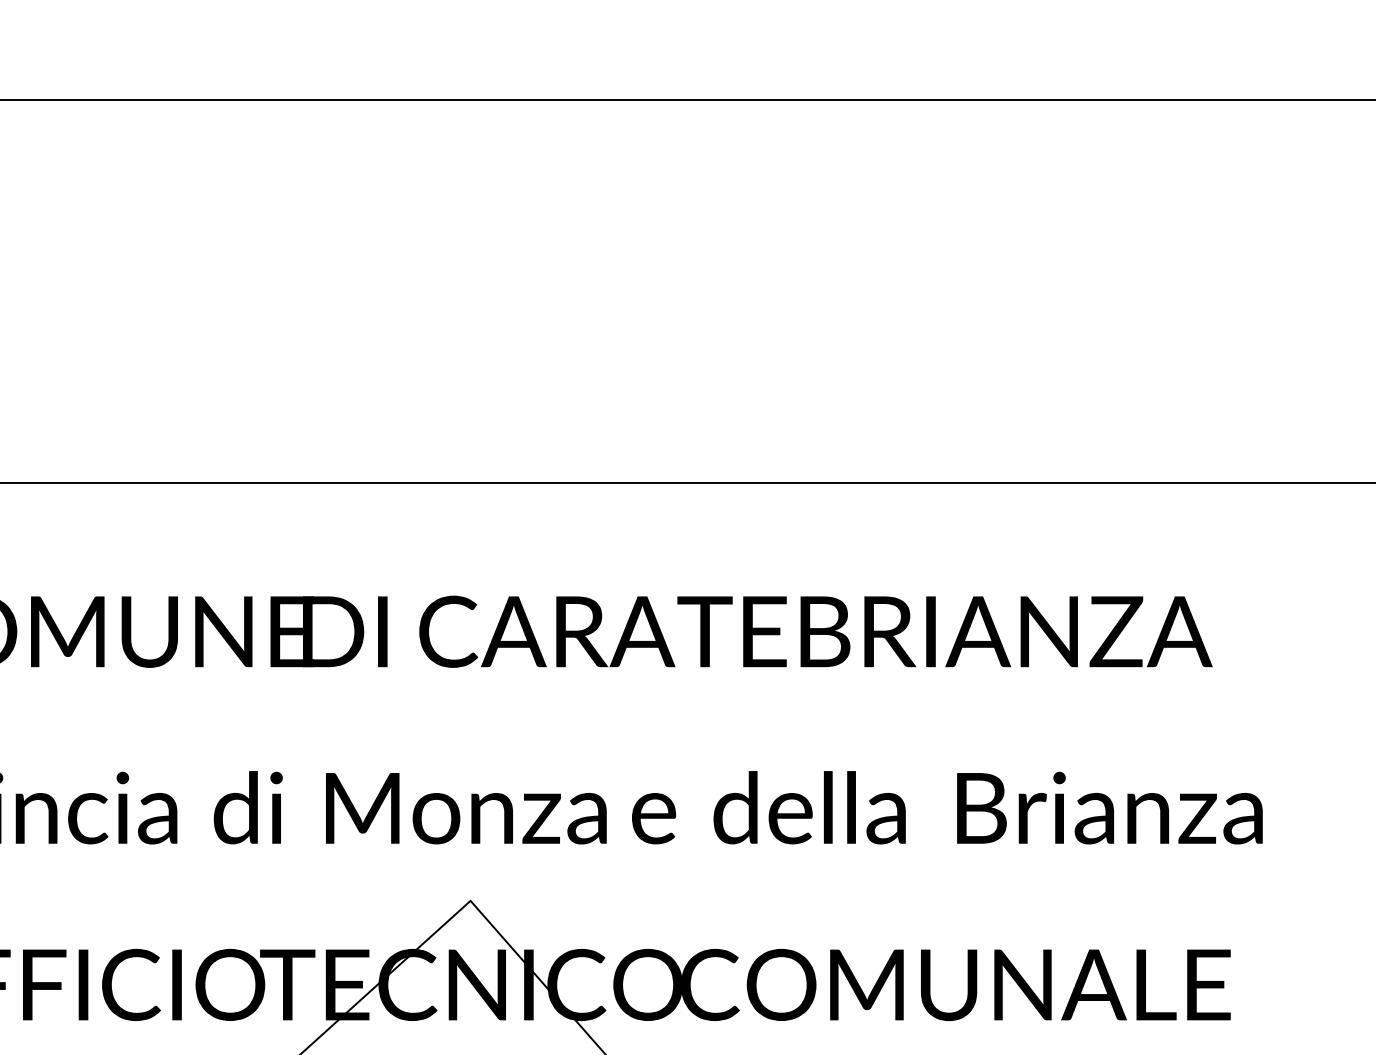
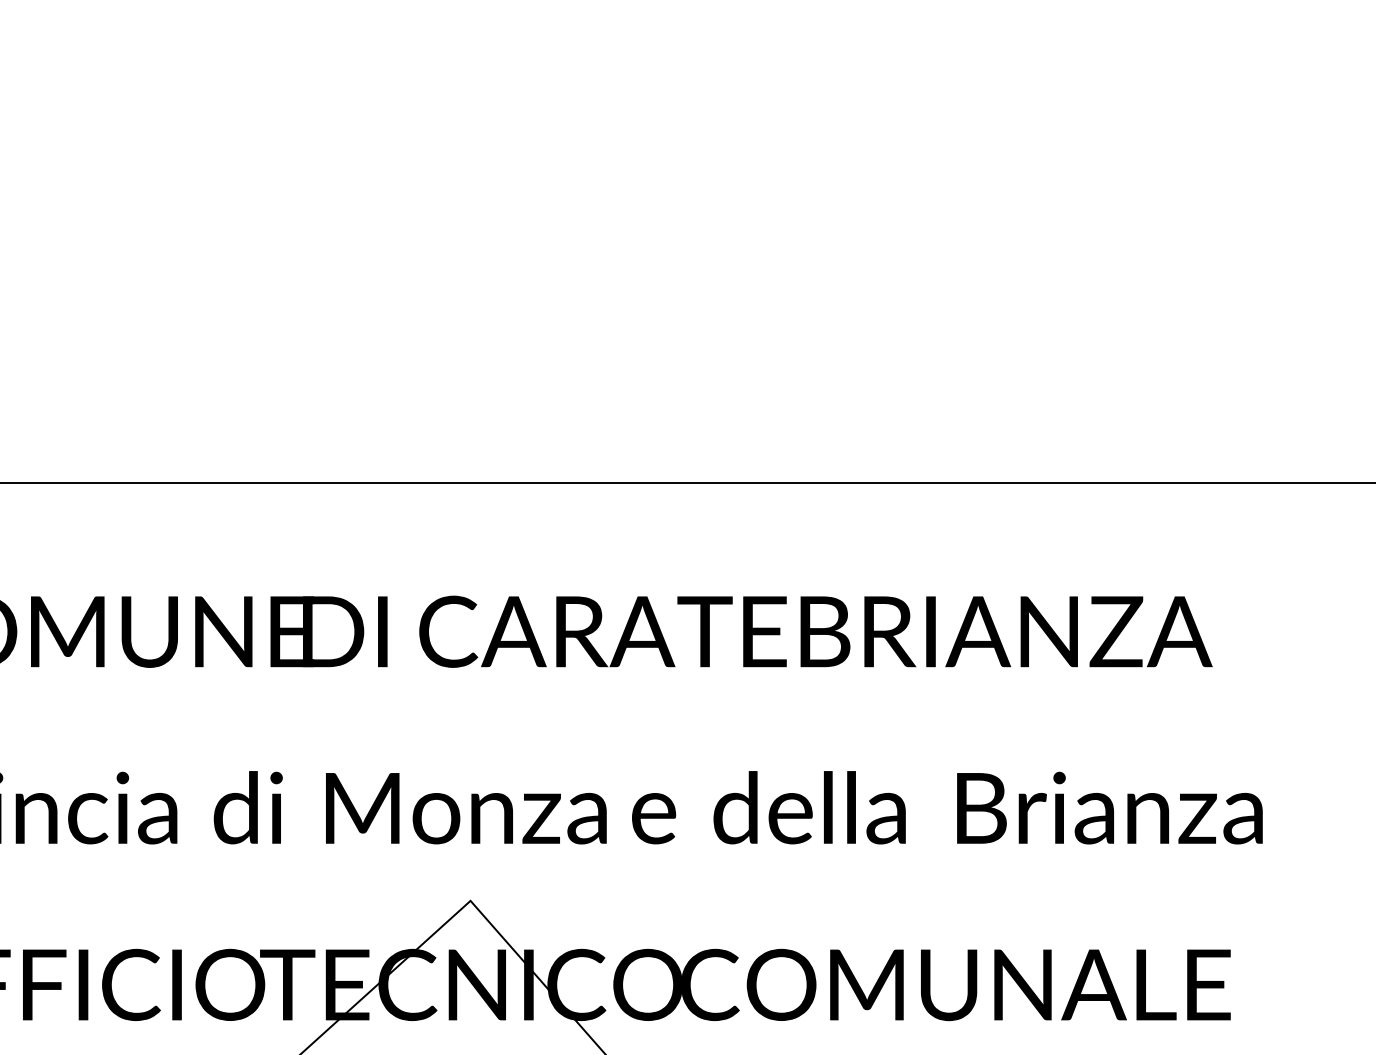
line at (687, 100): present -> none
